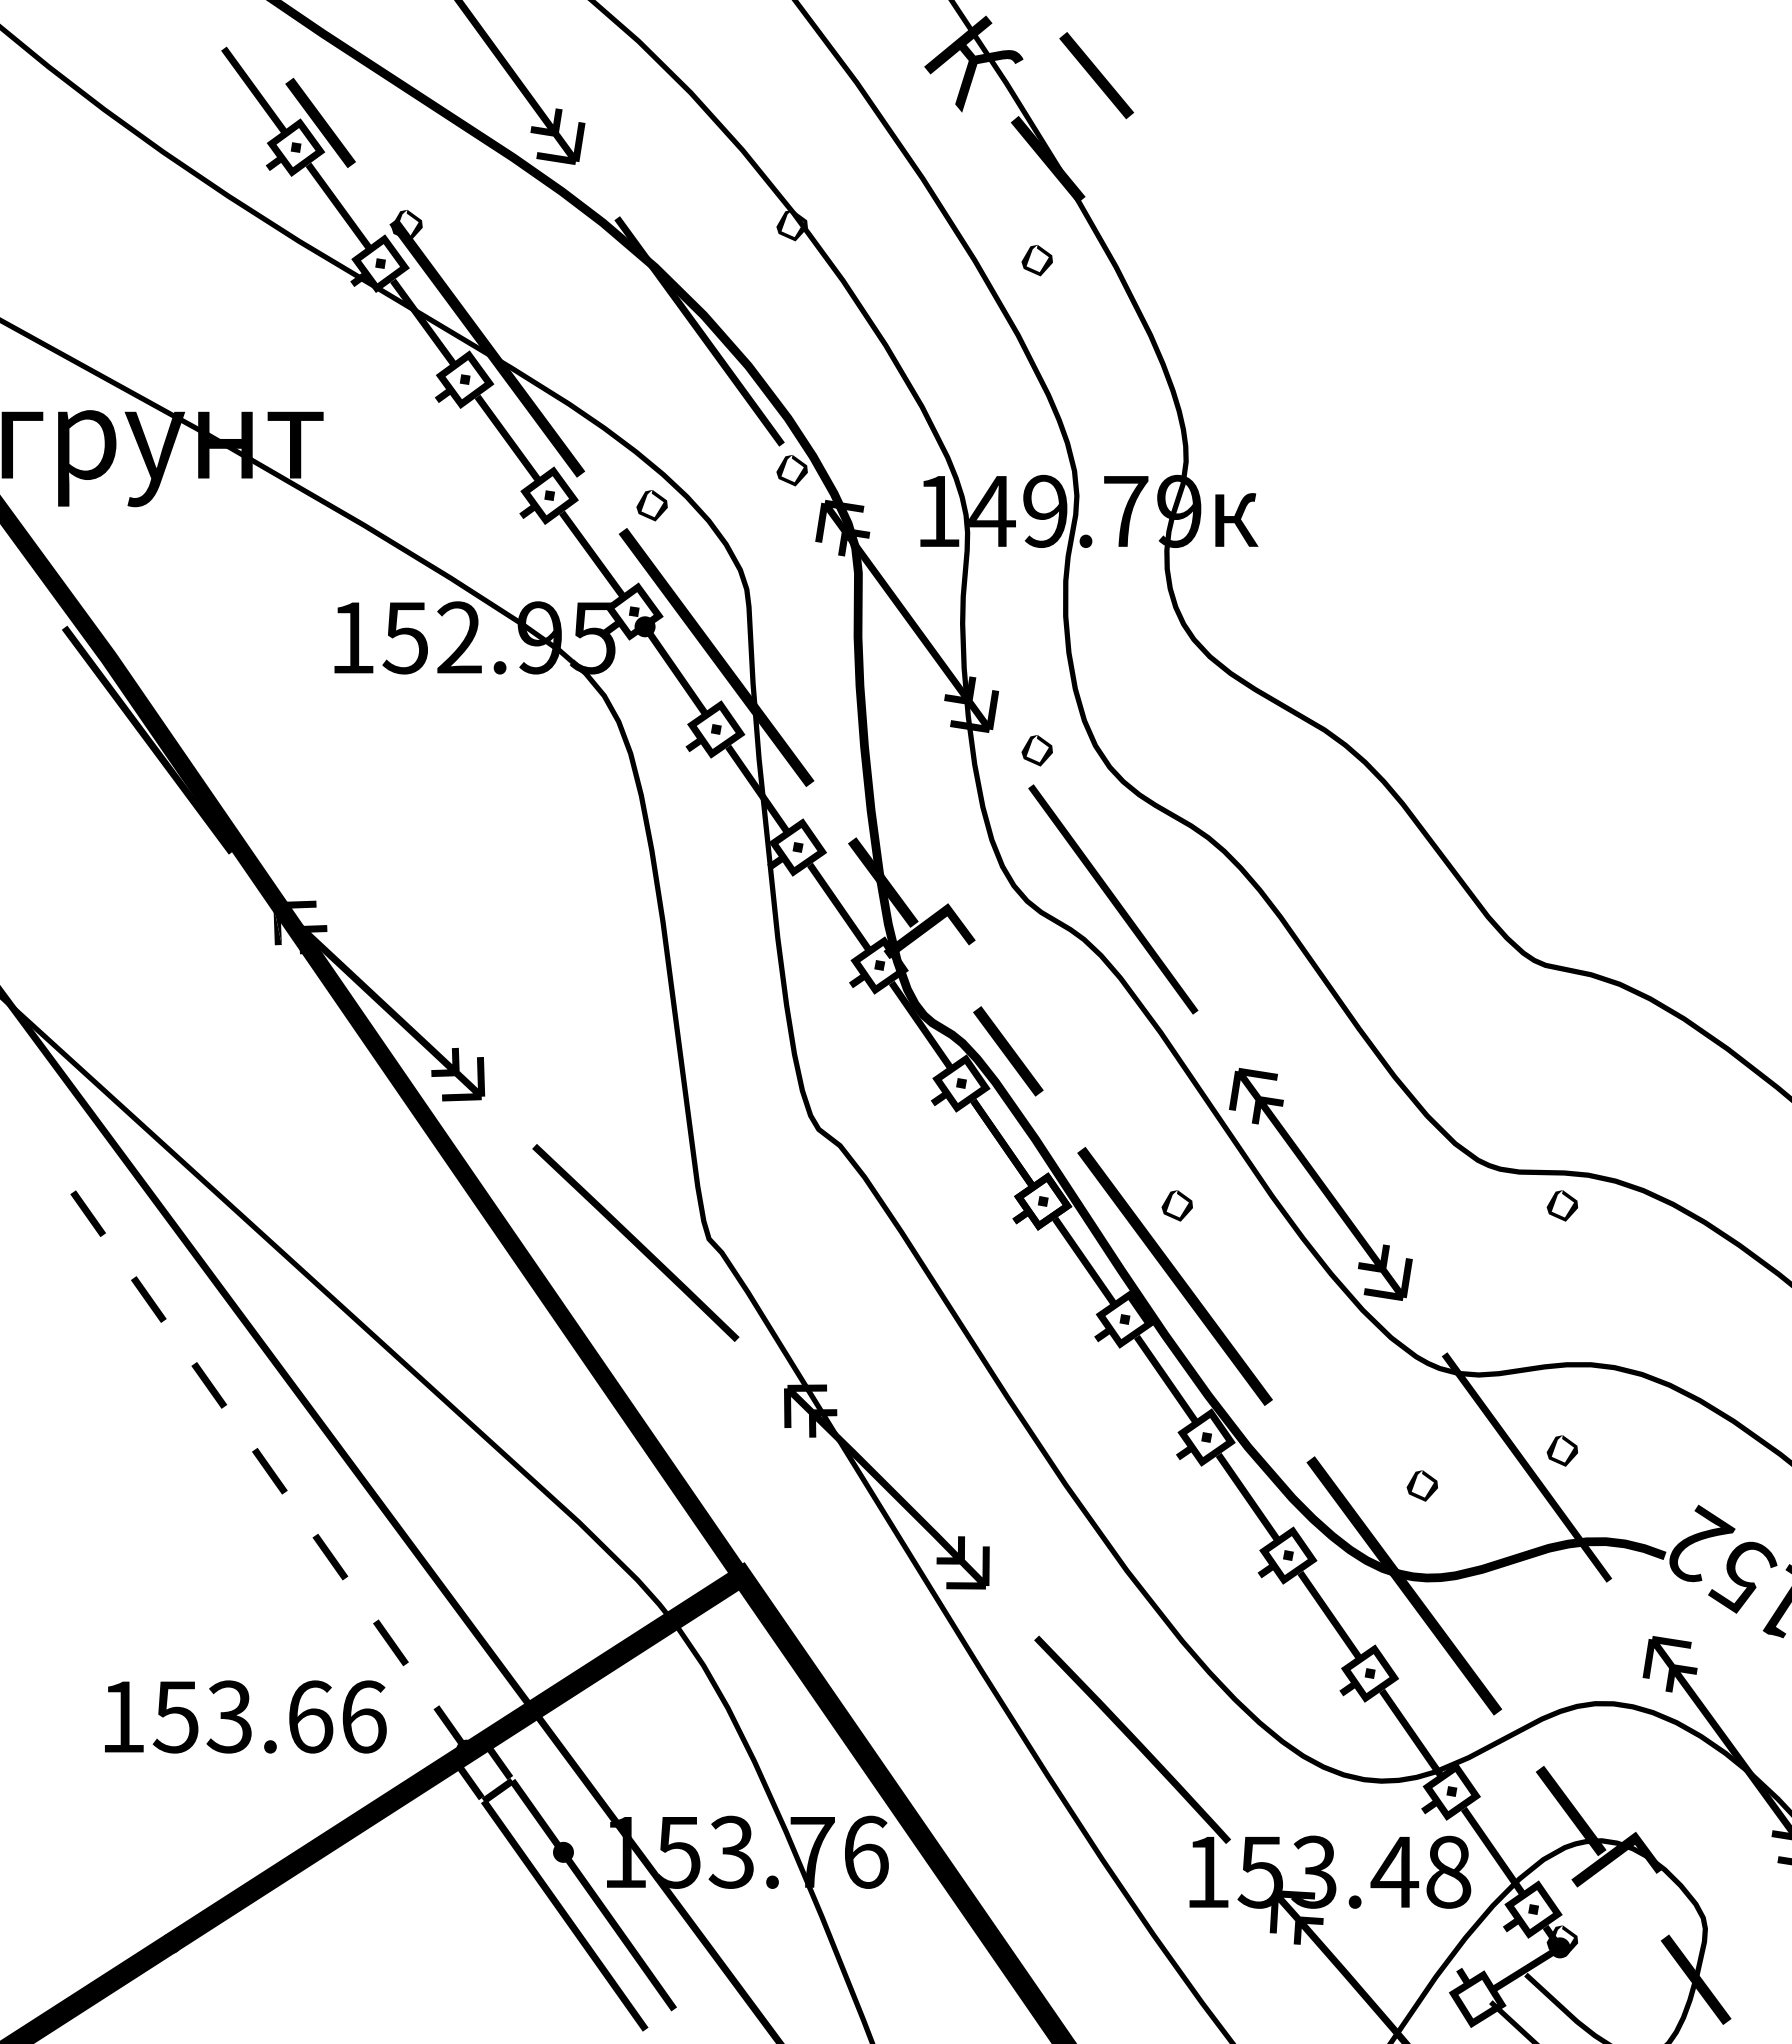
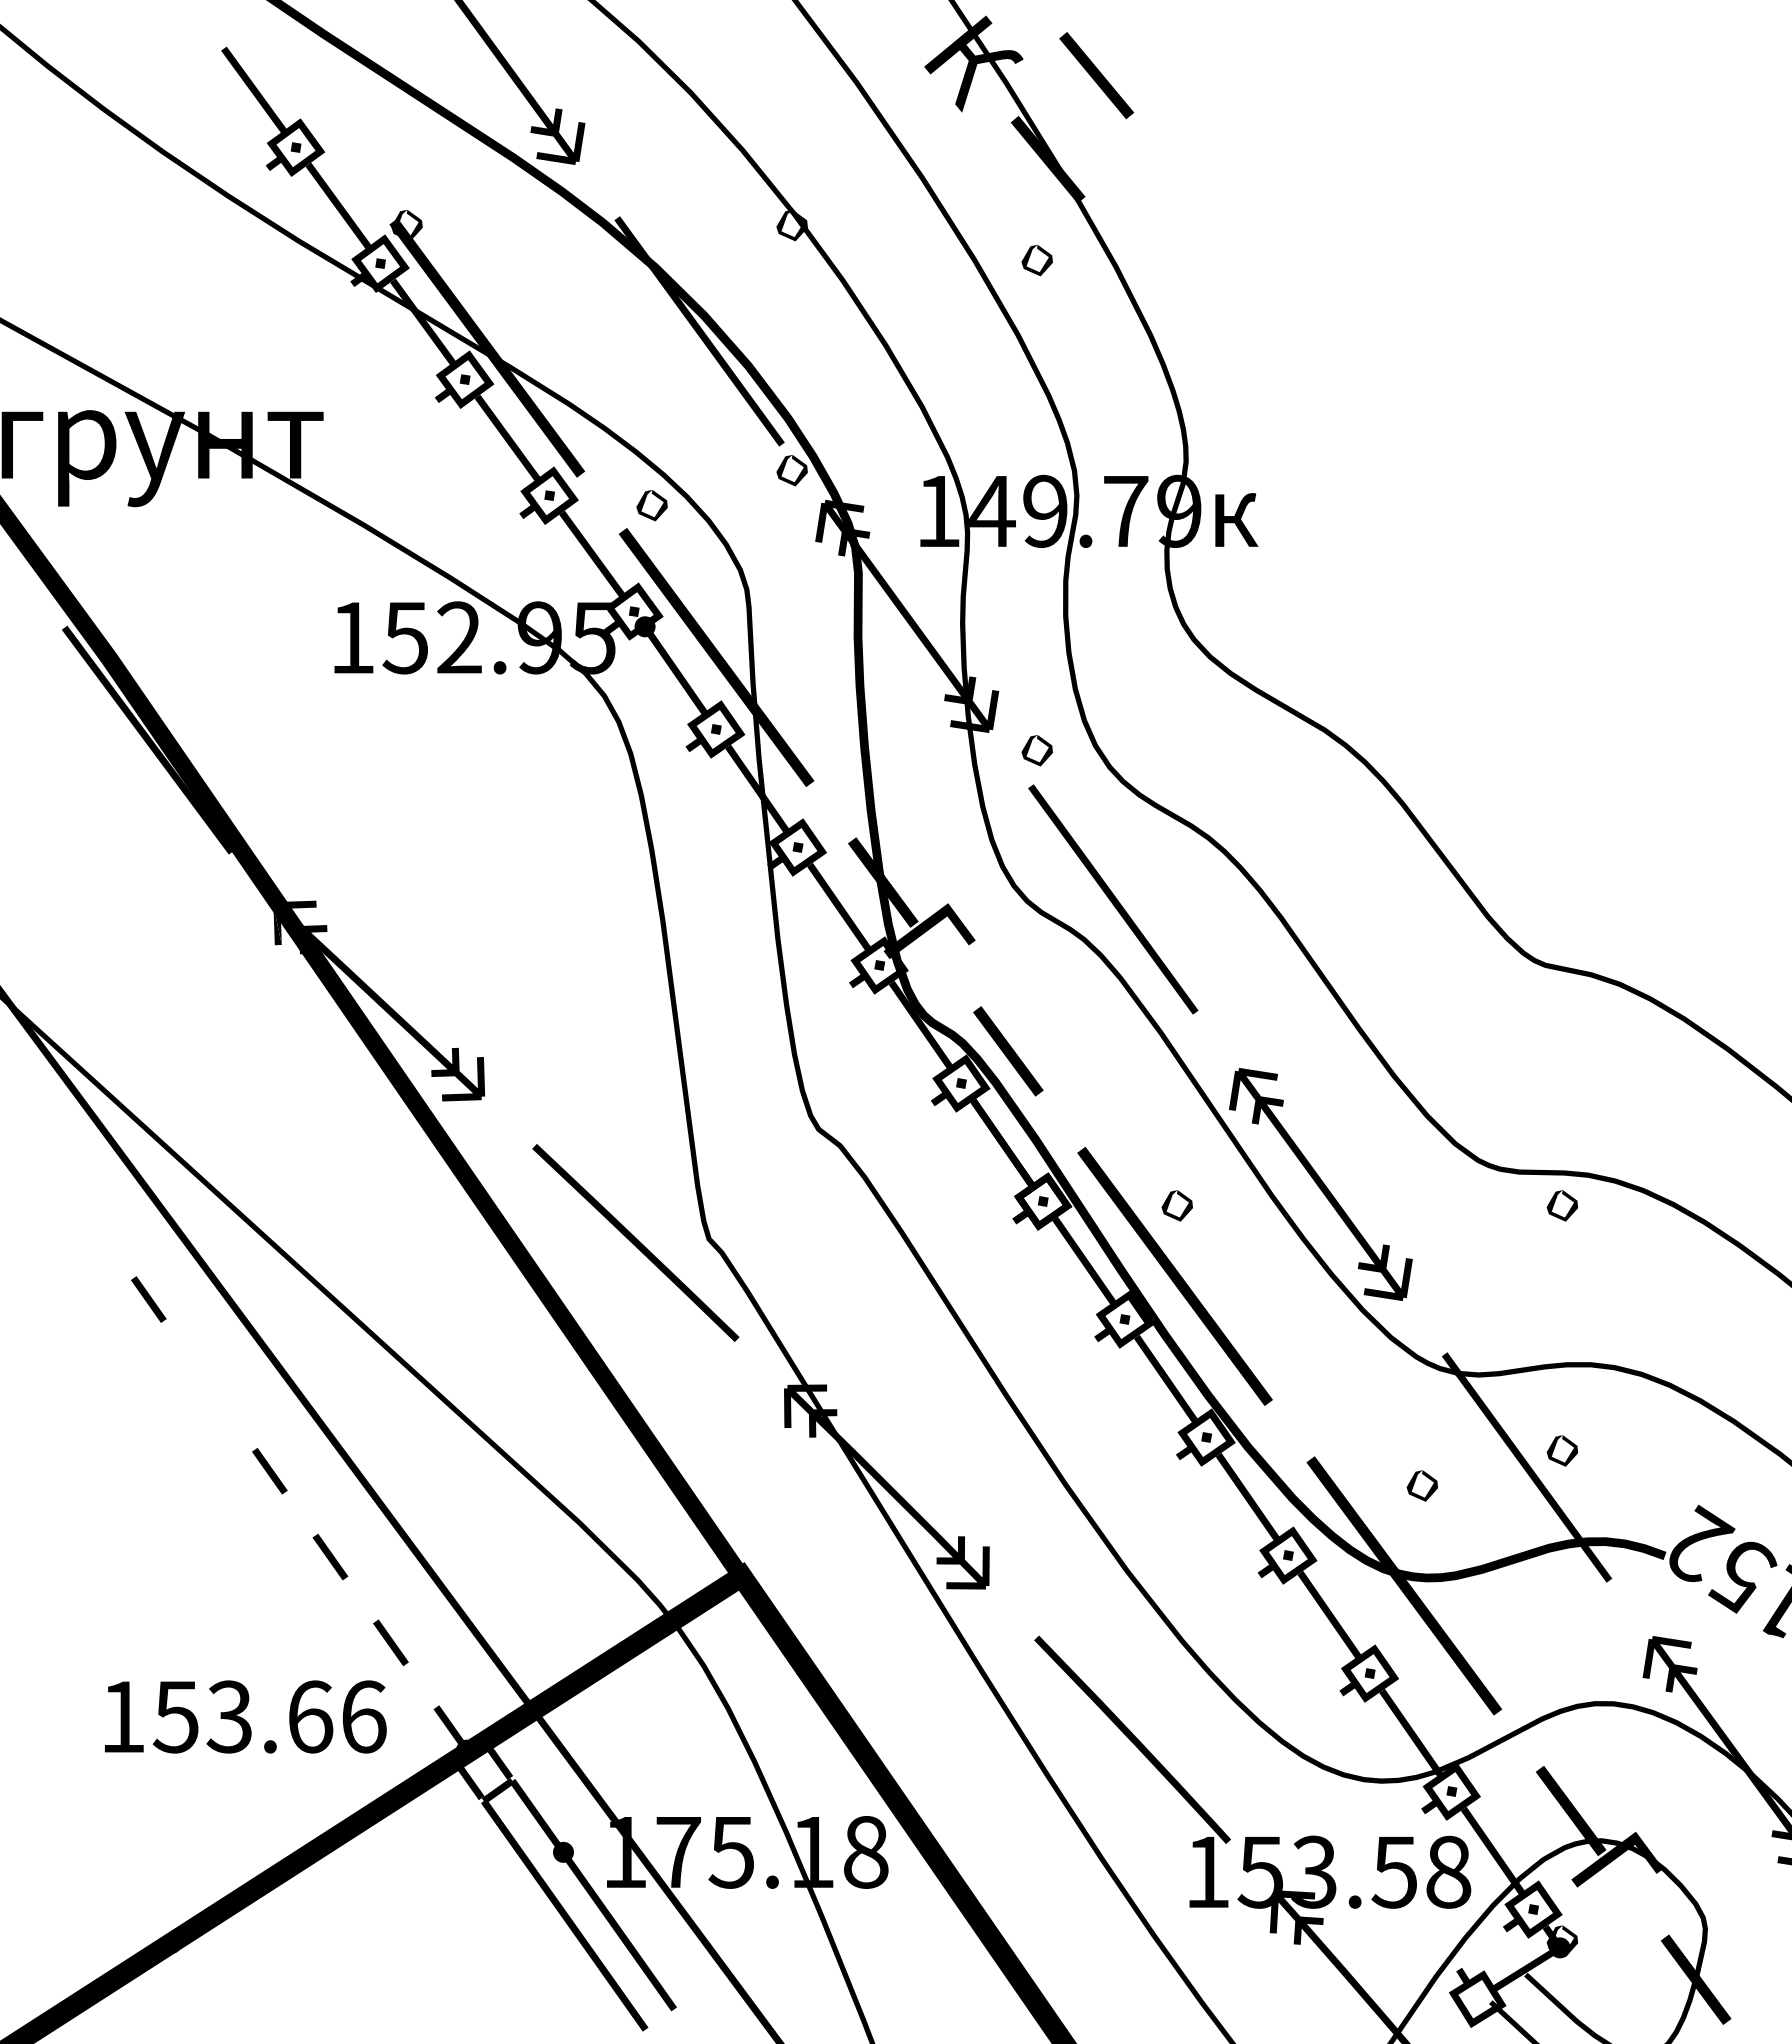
fill at (320, 122): present -> none
fill at (88, 1213): present -> none
part at (209, 1385): present -> none
text at (772, 1851): 153.76 -> 175.18
text at (1394, 1872): 153.48 -> 153.58
